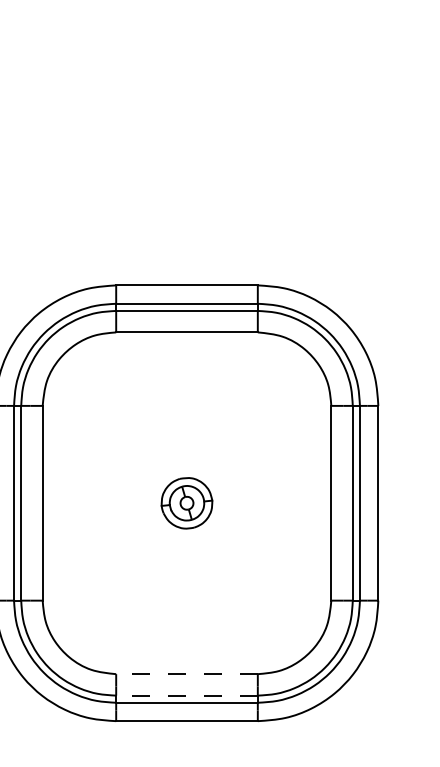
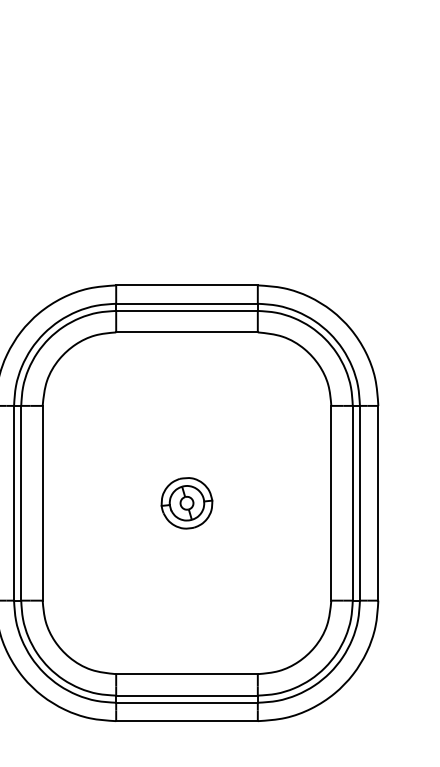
line at (187, 674): dashed -> solid
line at (187, 695): dashed -> solid
